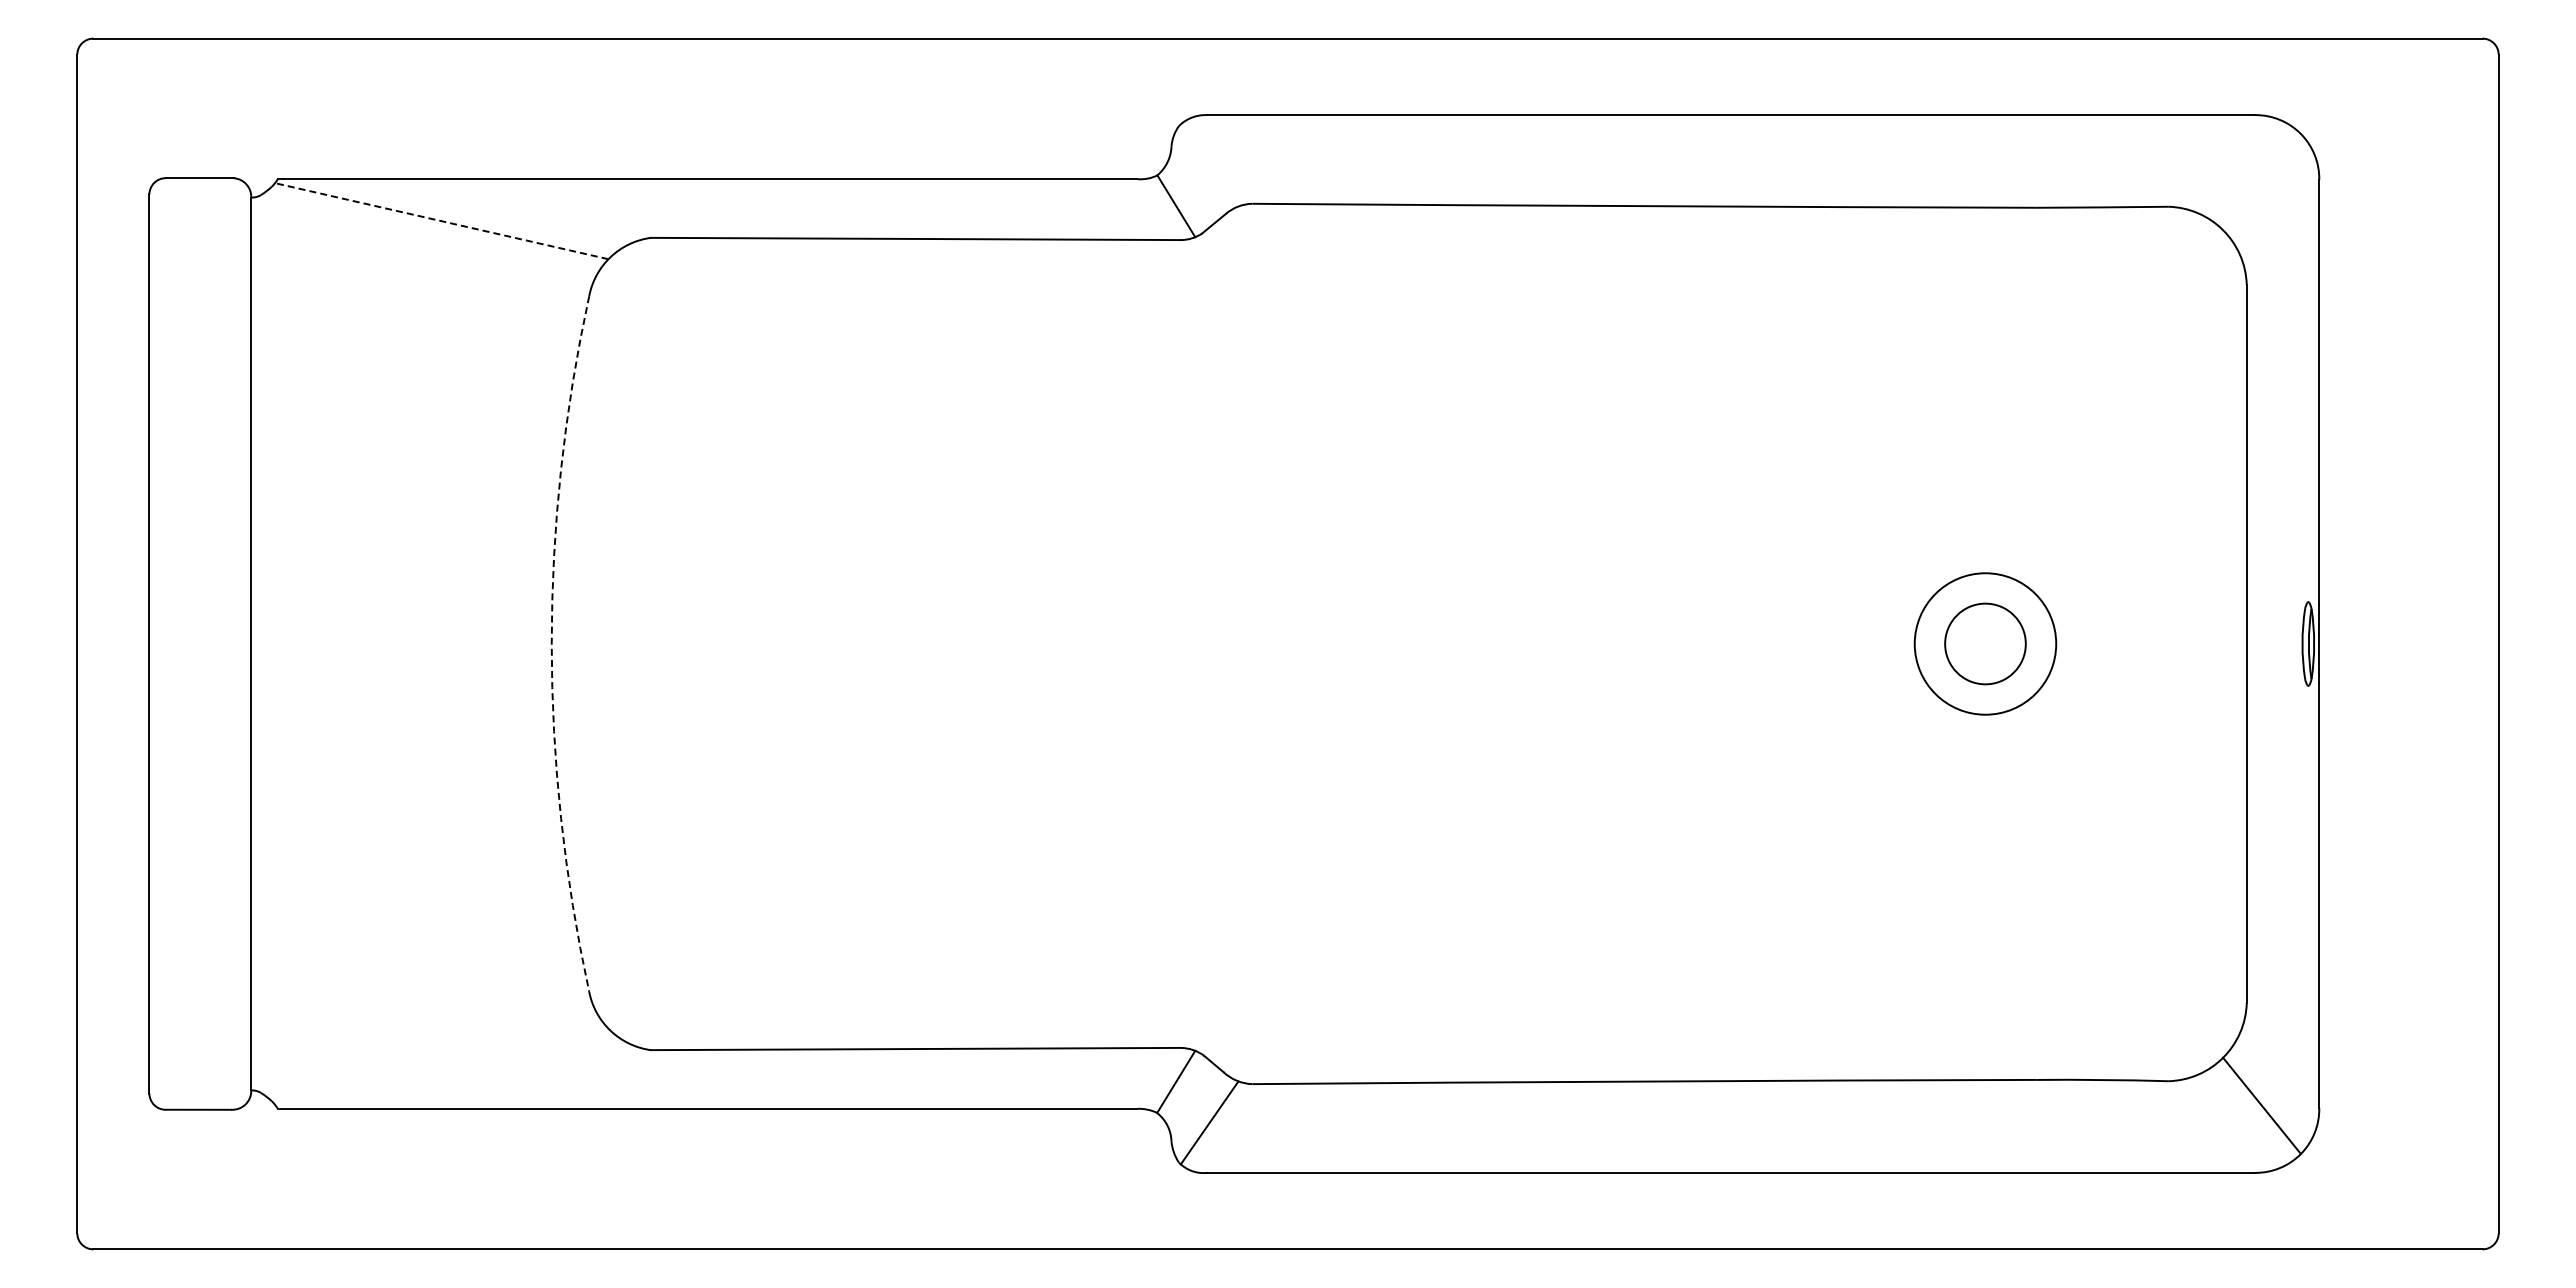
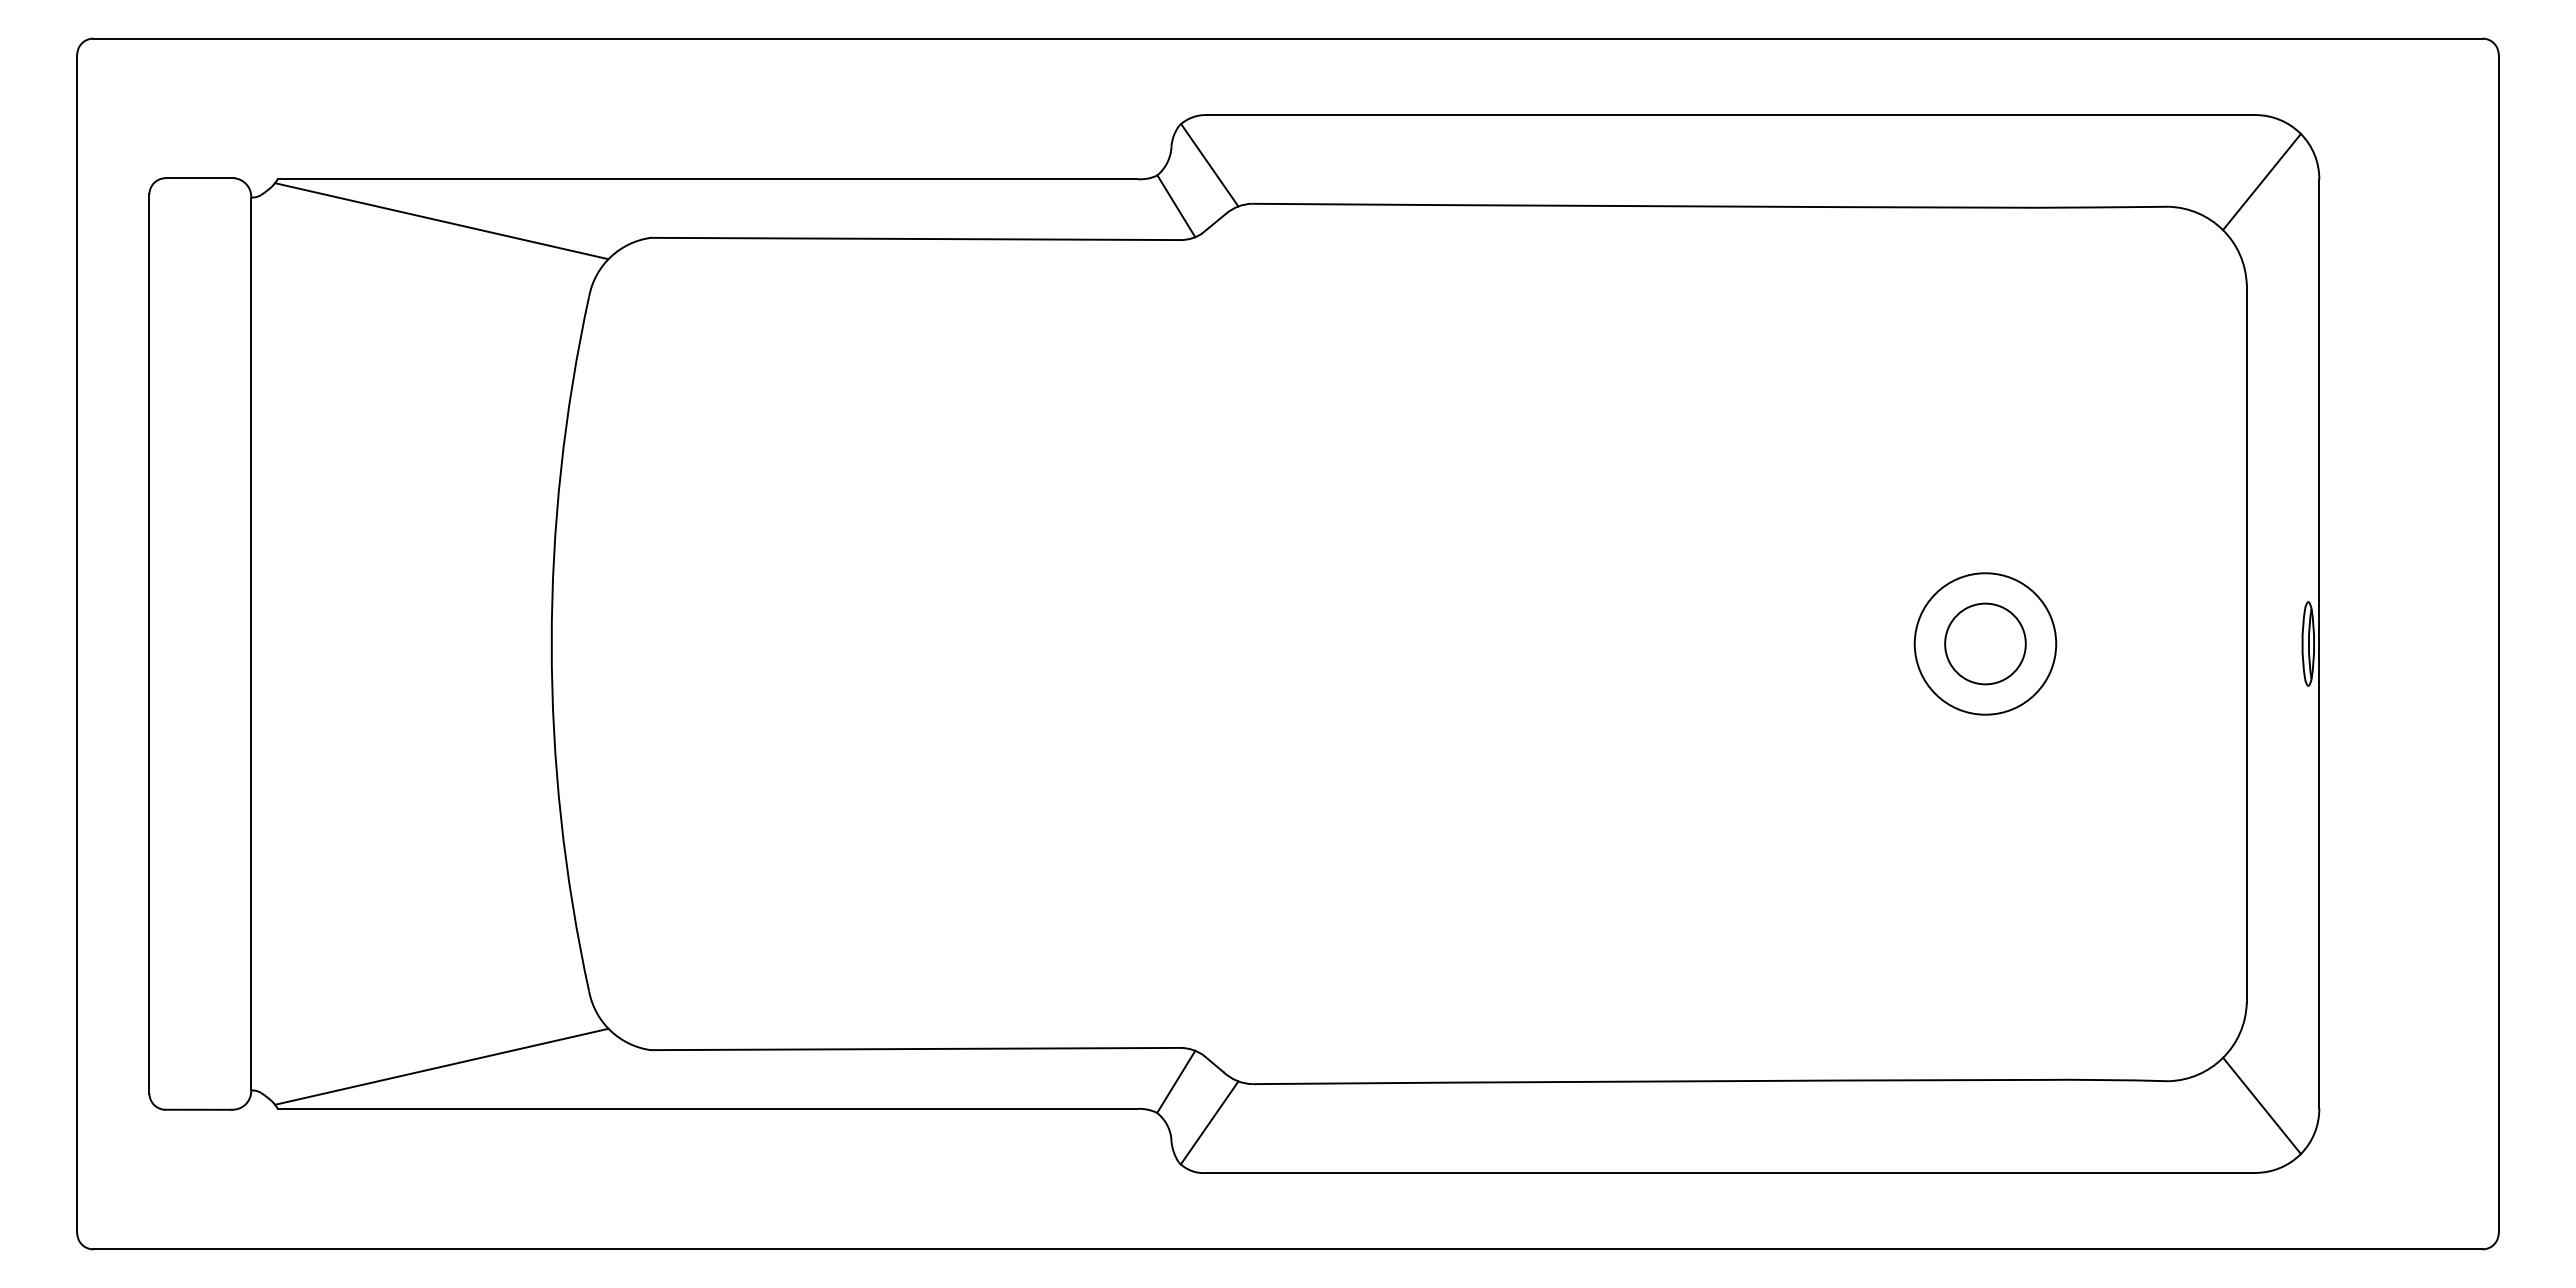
line at (1209, 165): none -> present
line at (2261, 182): none -> present
line at (441, 221): dashed -> solid
arc at (551, 643): dashed -> solid
line at (441, 1066): none -> present
